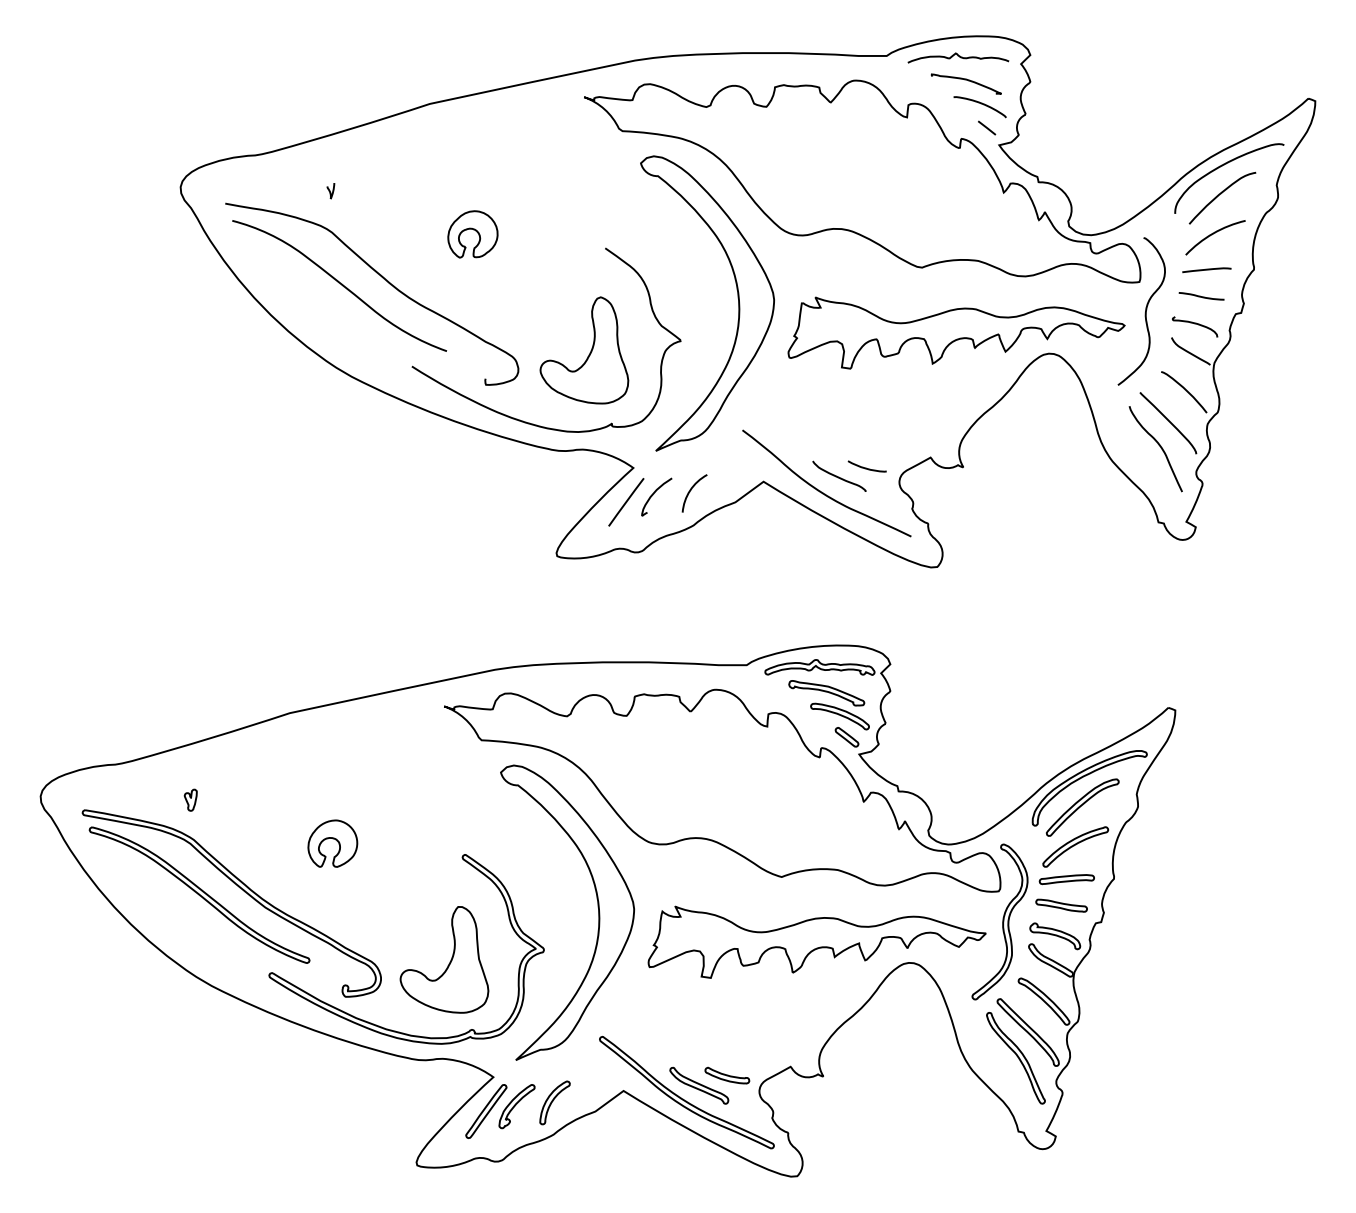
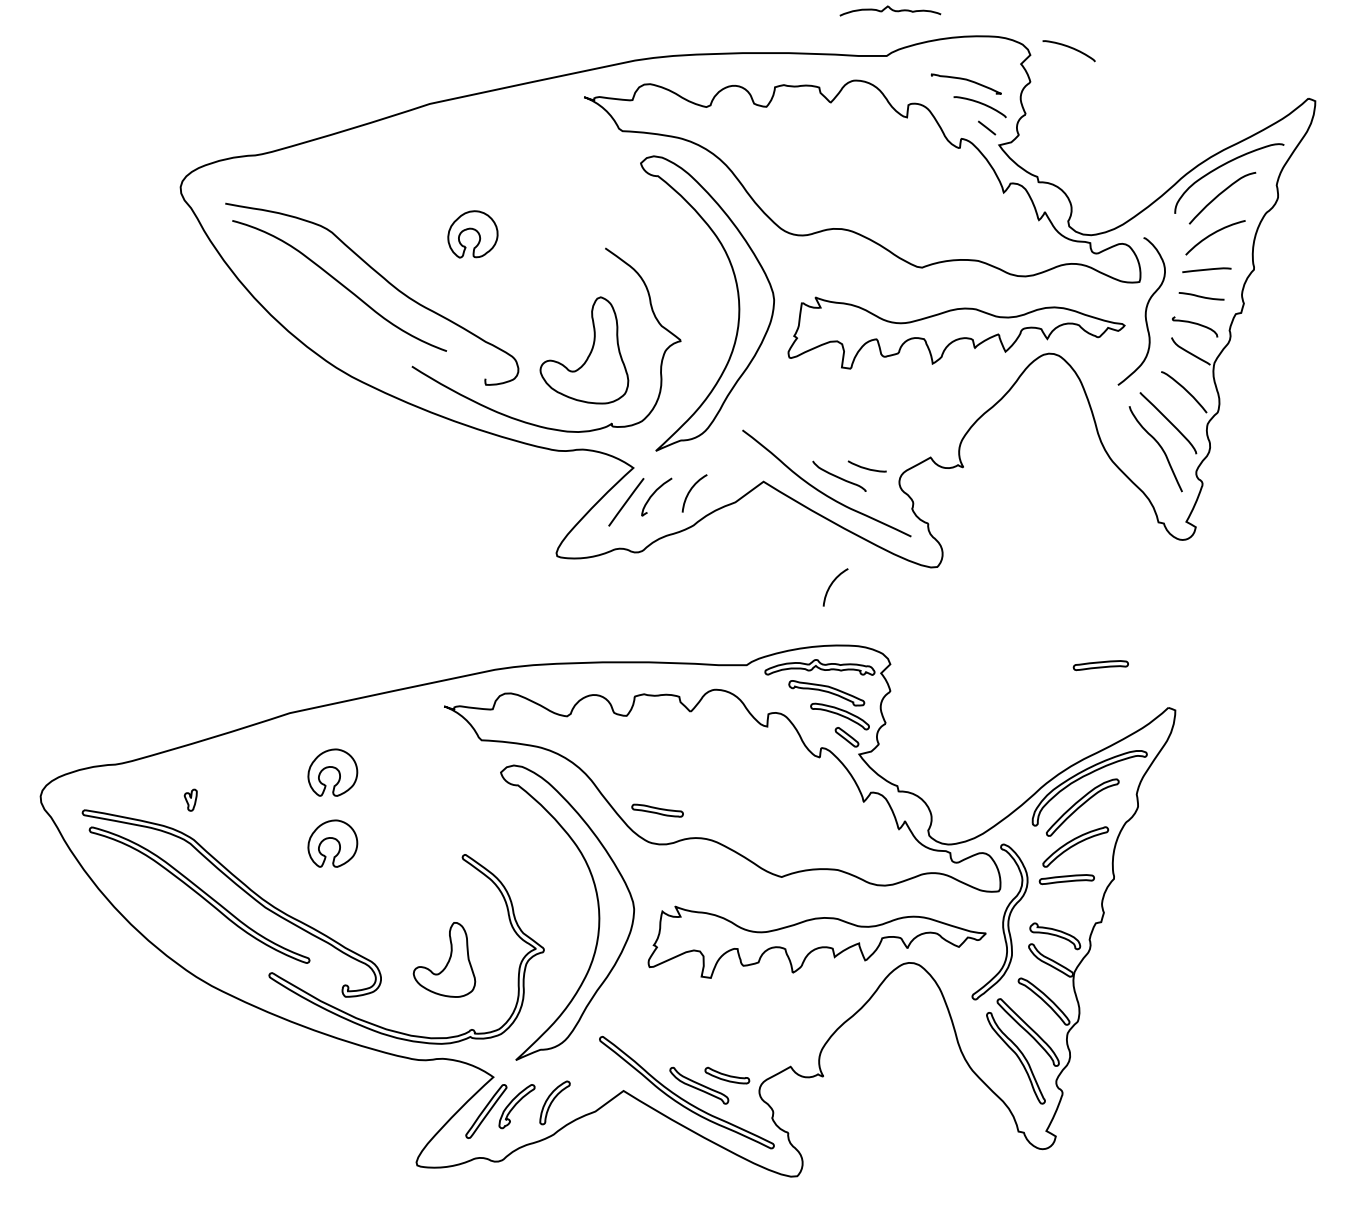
curve at (1070, 48): none -> present
curve at (958, 56) position: (958, 56) -> (890, 9)
curve at (330, 191): present -> none
arc at (831, 586): none -> present
part at (1100, 665): none -> present
part at (332, 772): none -> present
part at (1061, 905) position: (1061, 905) -> (657, 810)
part at (444, 959) size: 91x108 px -> 65x76 px
